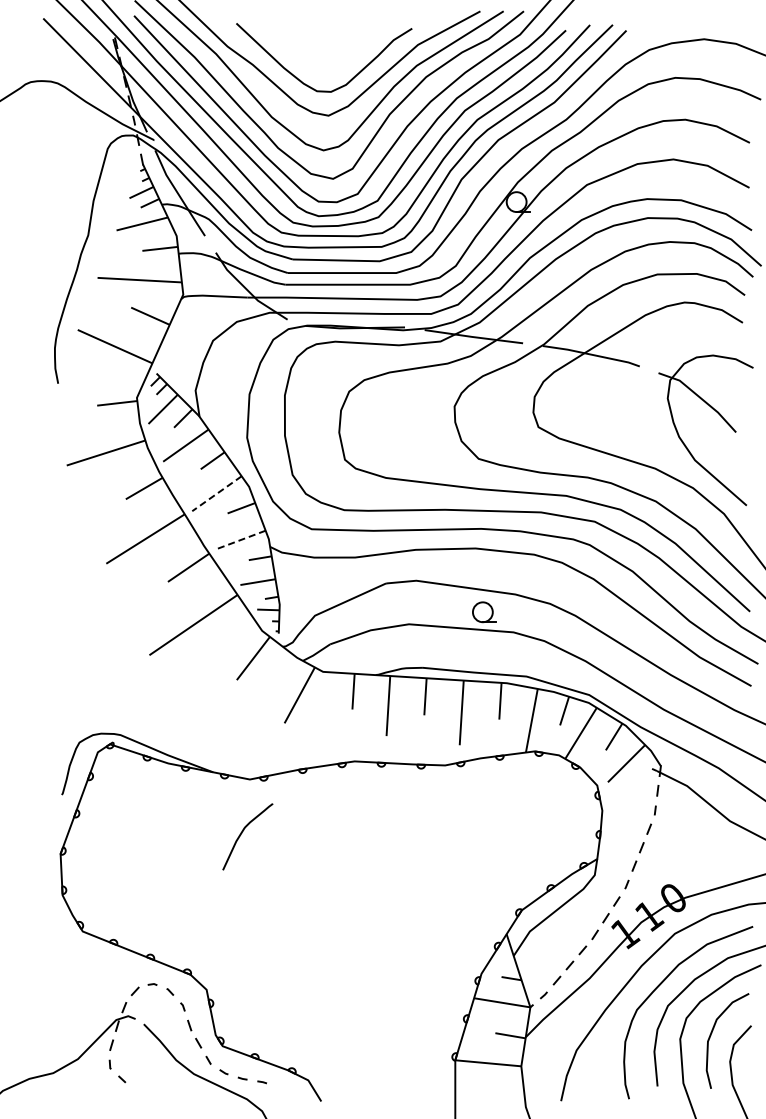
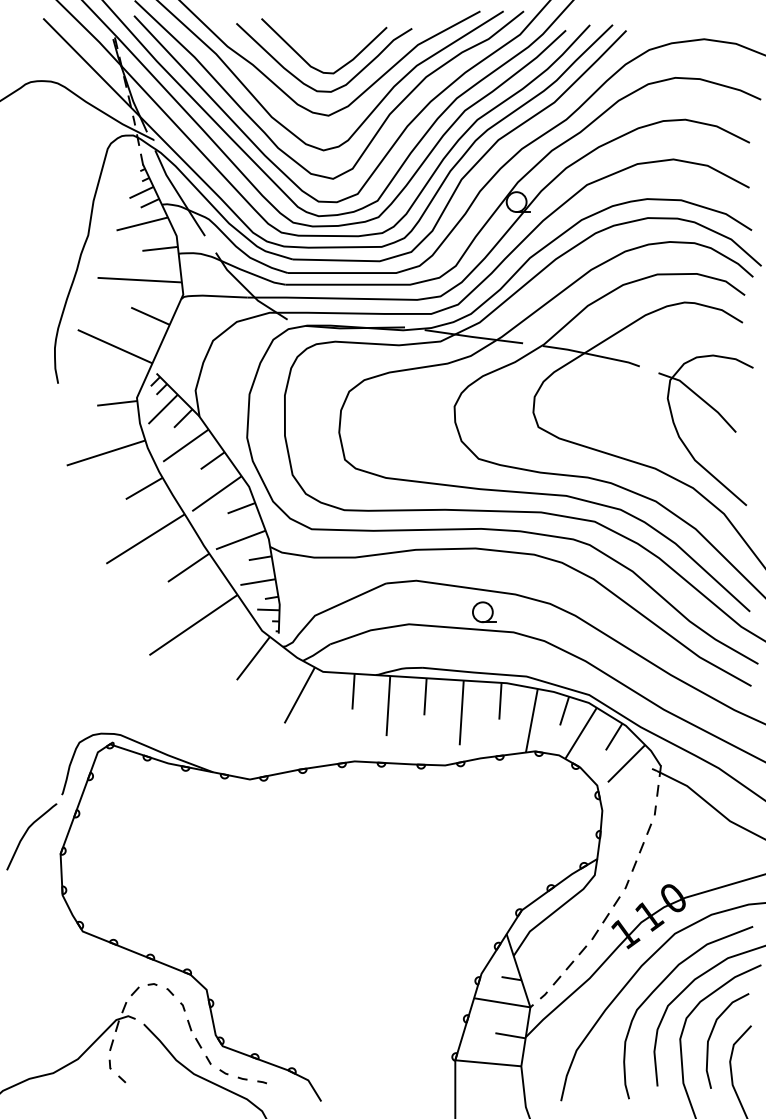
curve at (308, 62): none -> present
line at (216, 494): dashed -> solid
line at (240, 540): dashed -> solid
curve at (242, 833) position: (242, 833) -> (26, 833)
